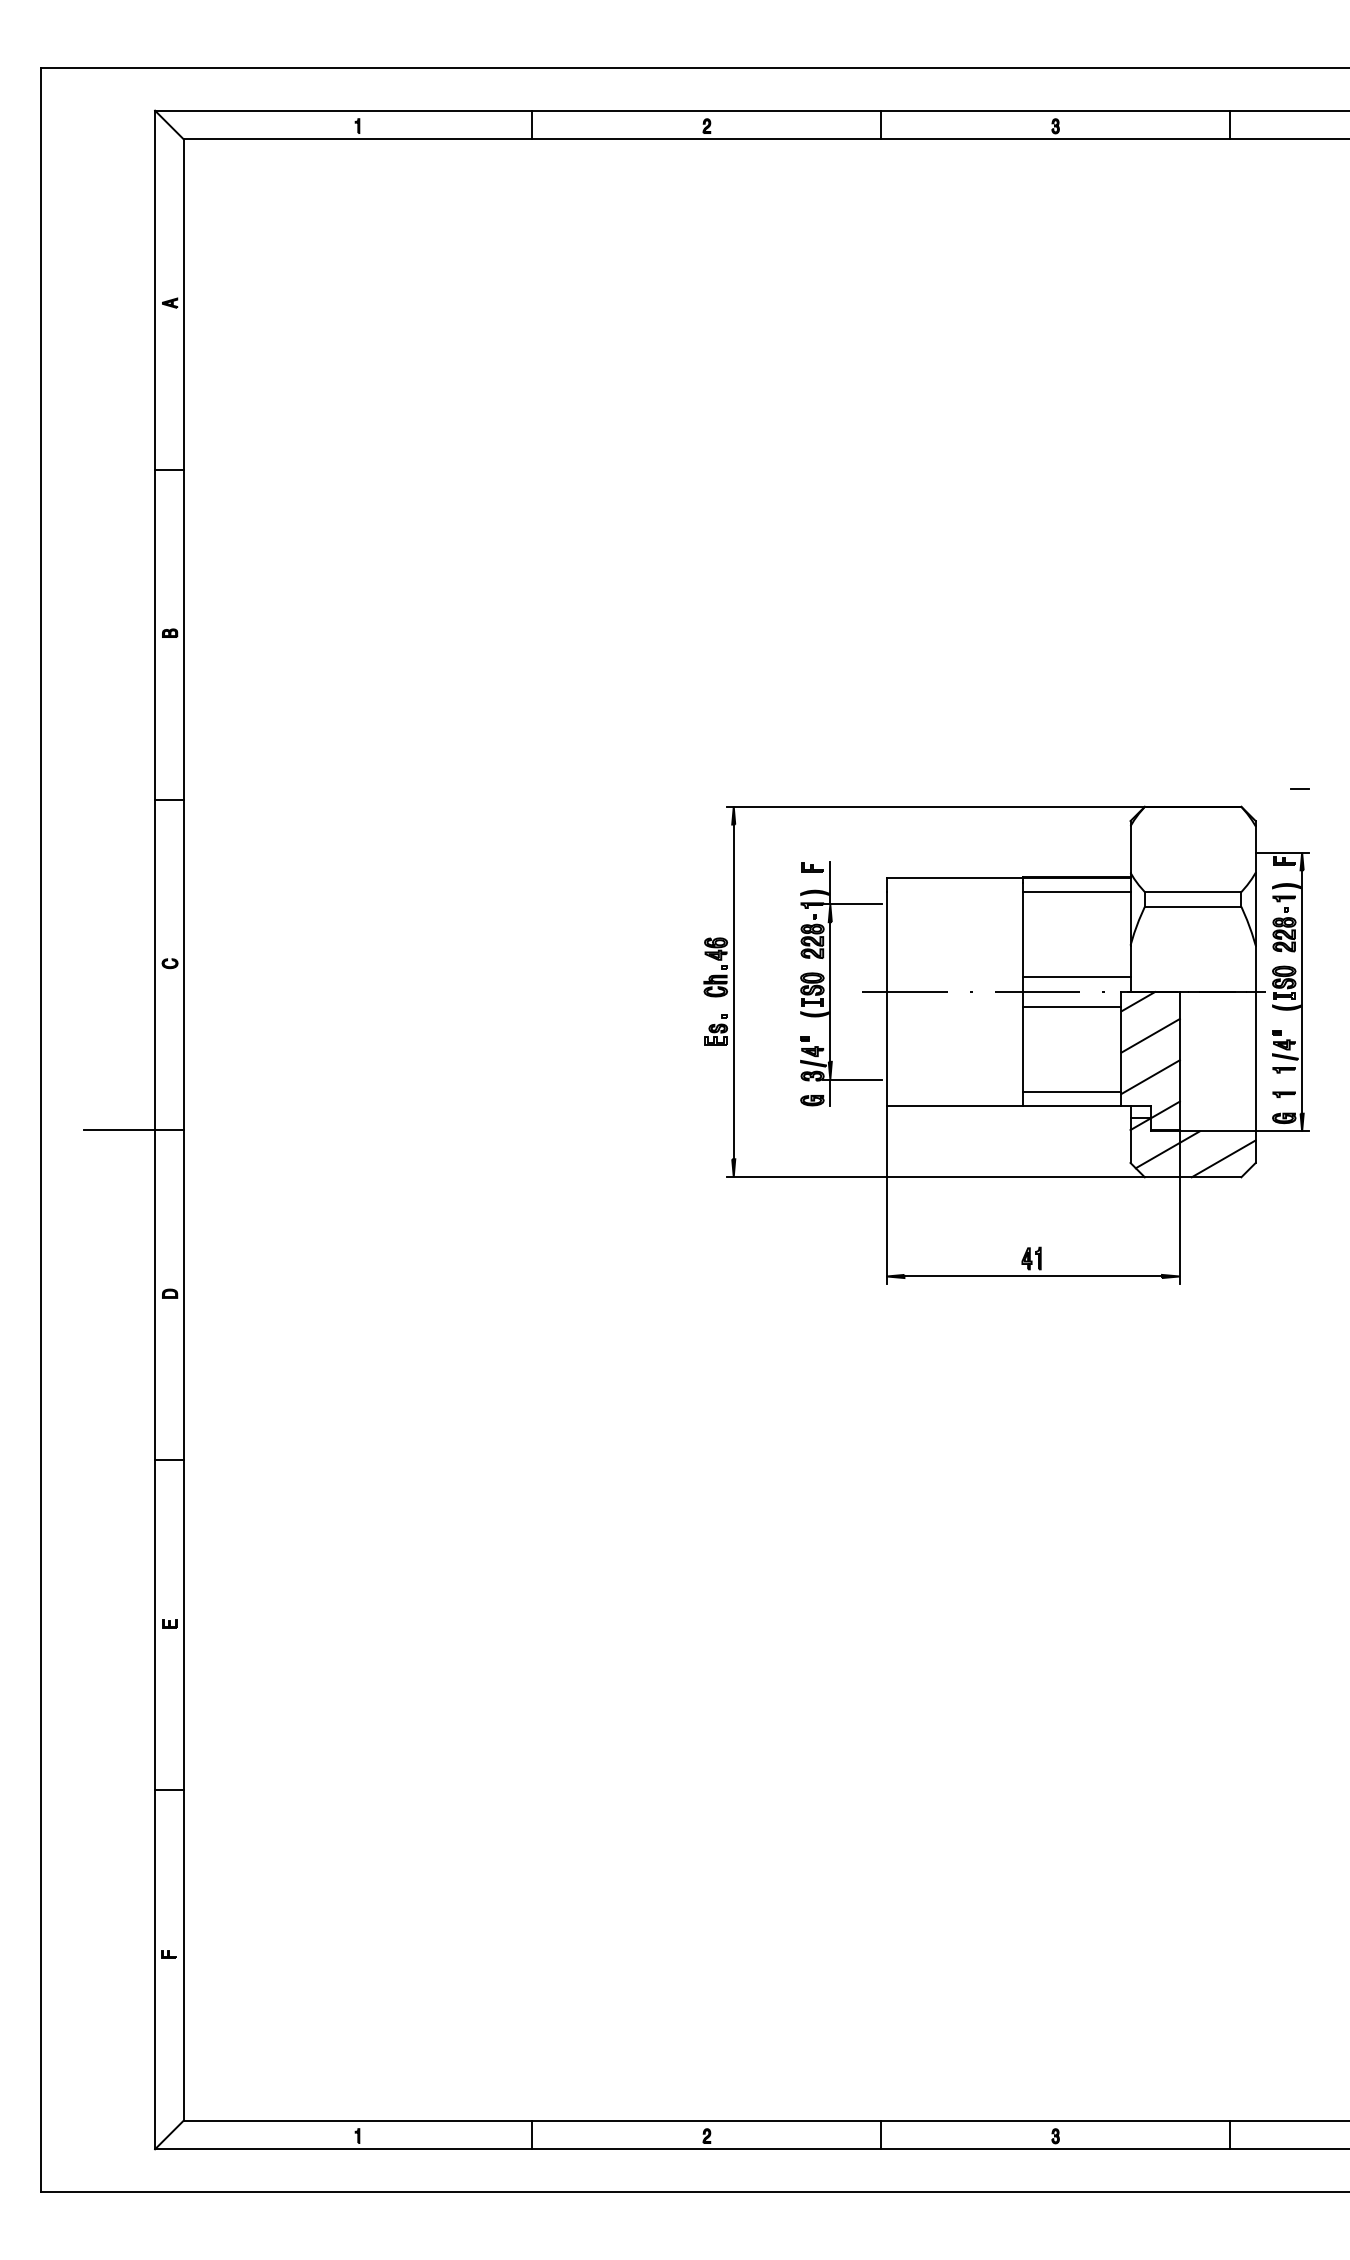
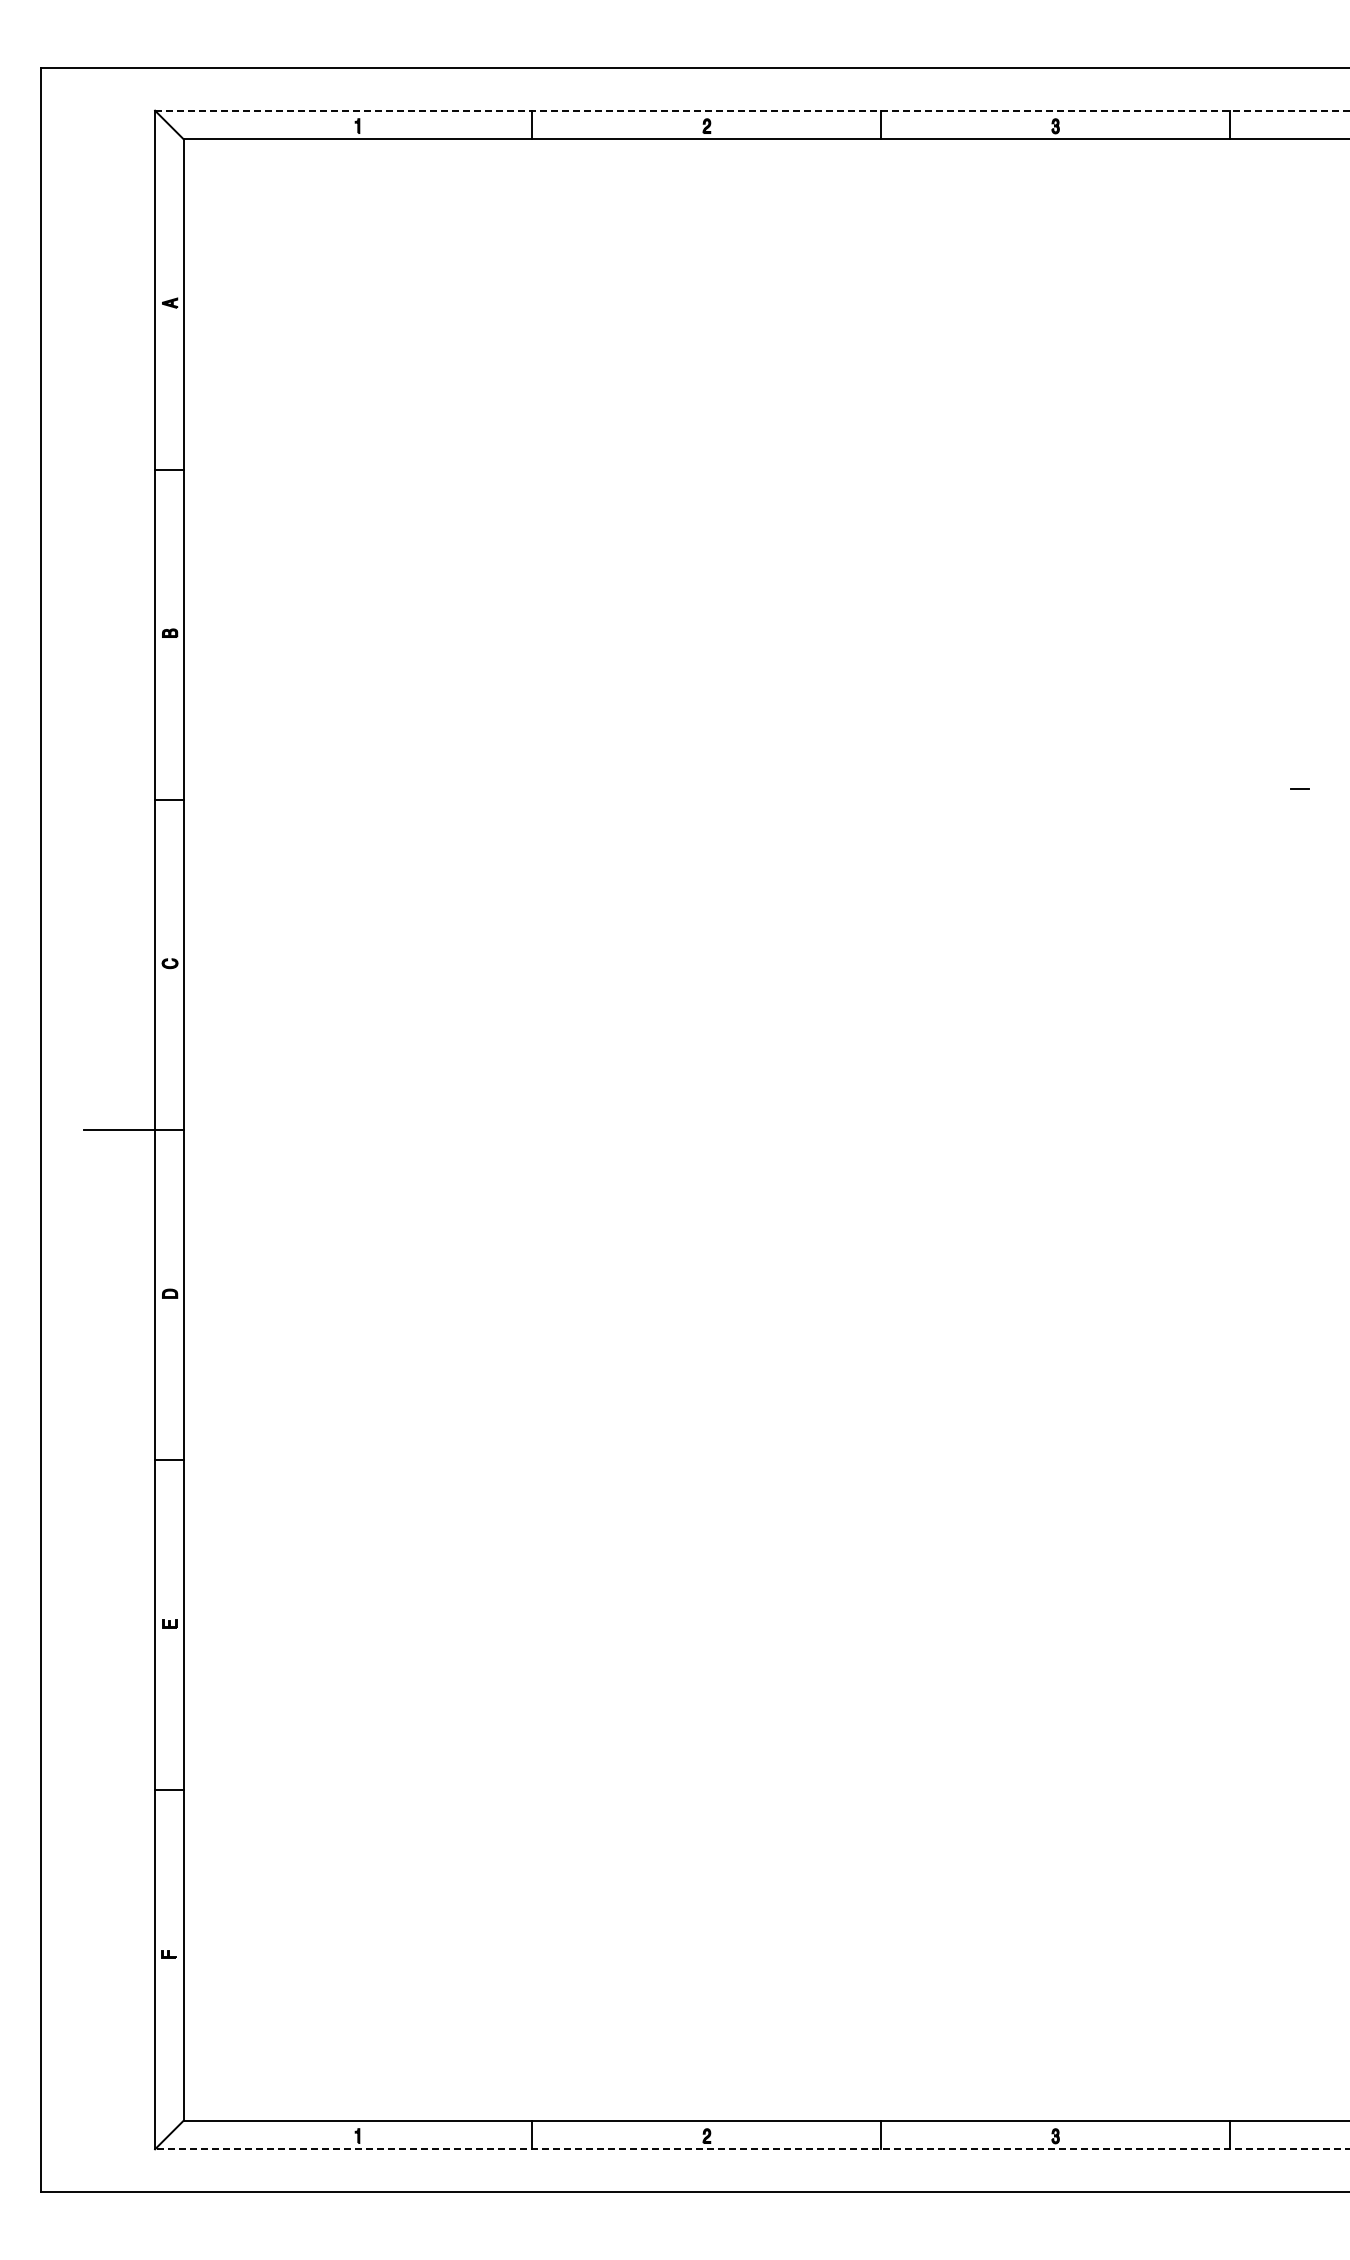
line at (752, 110): solid -> dashed
part at (1006, 1044): present -> none
line at (752, 2149): solid -> dashed
